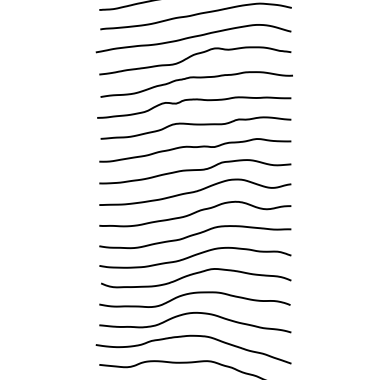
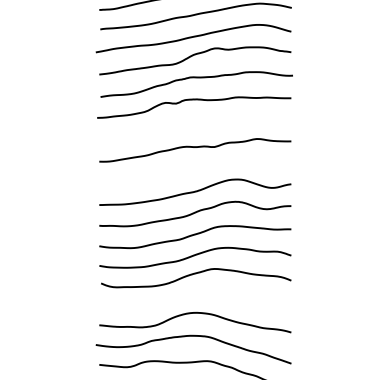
curve at (195, 125): present -> none
curve at (195, 170): present -> none
curve at (192, 294): present -> none
